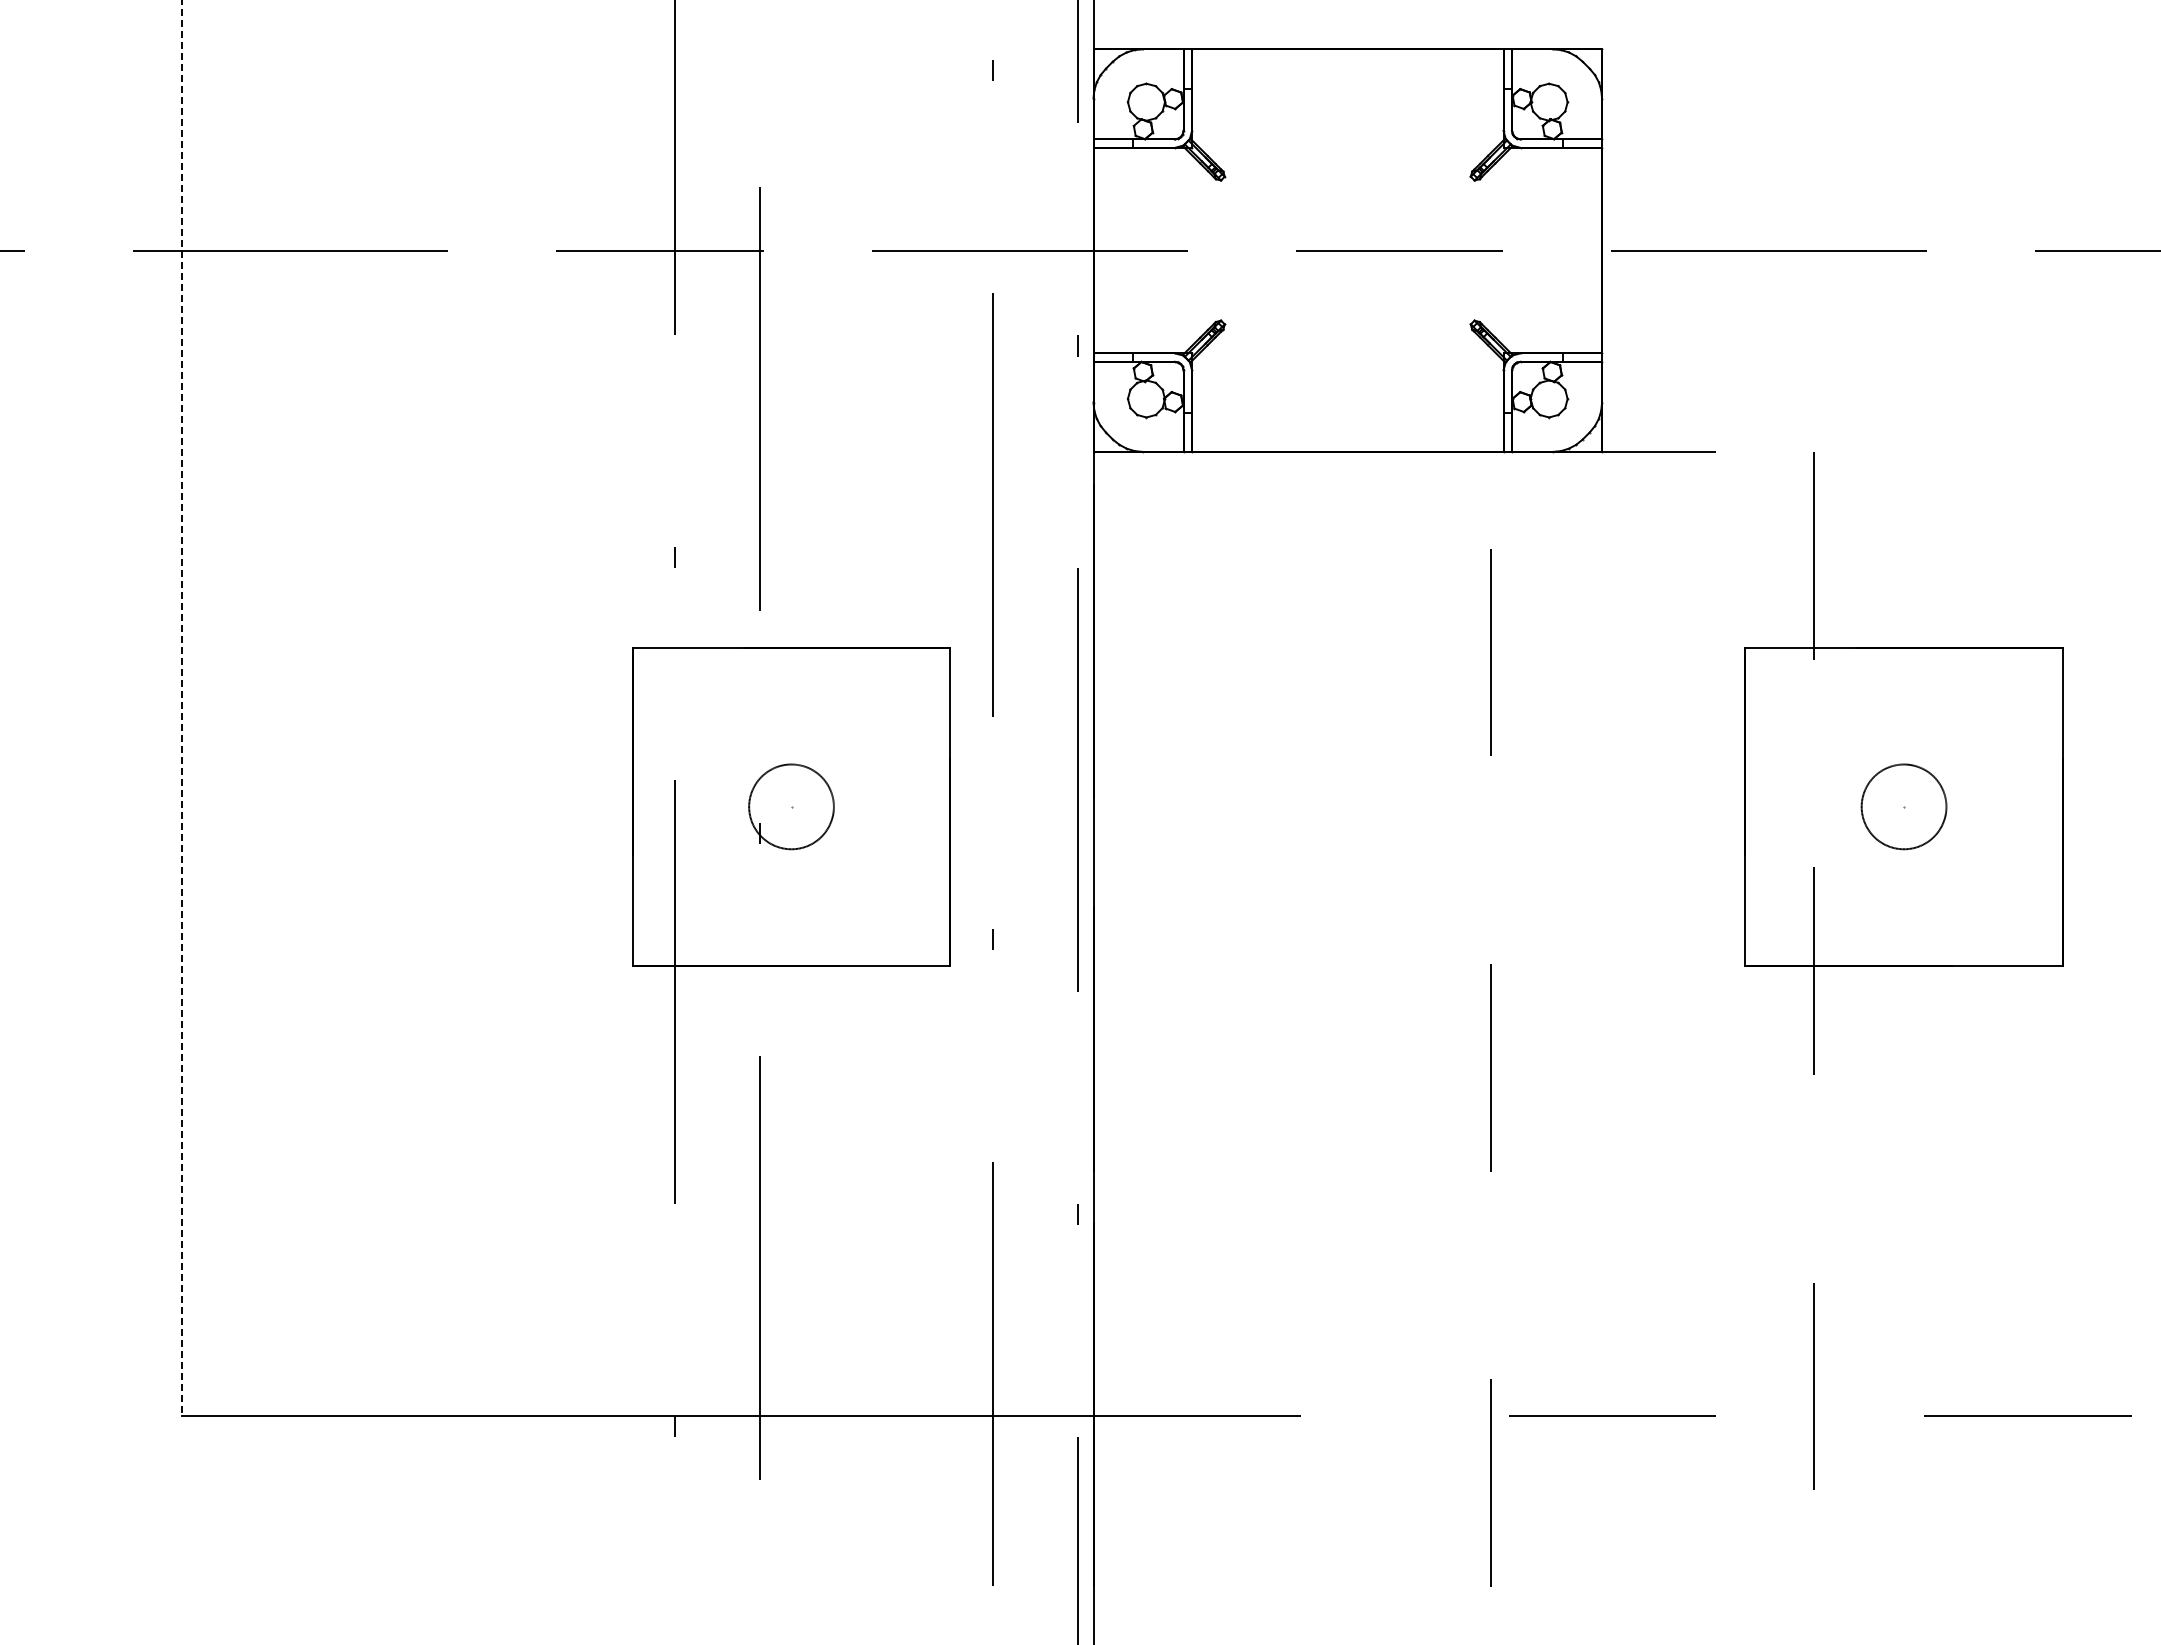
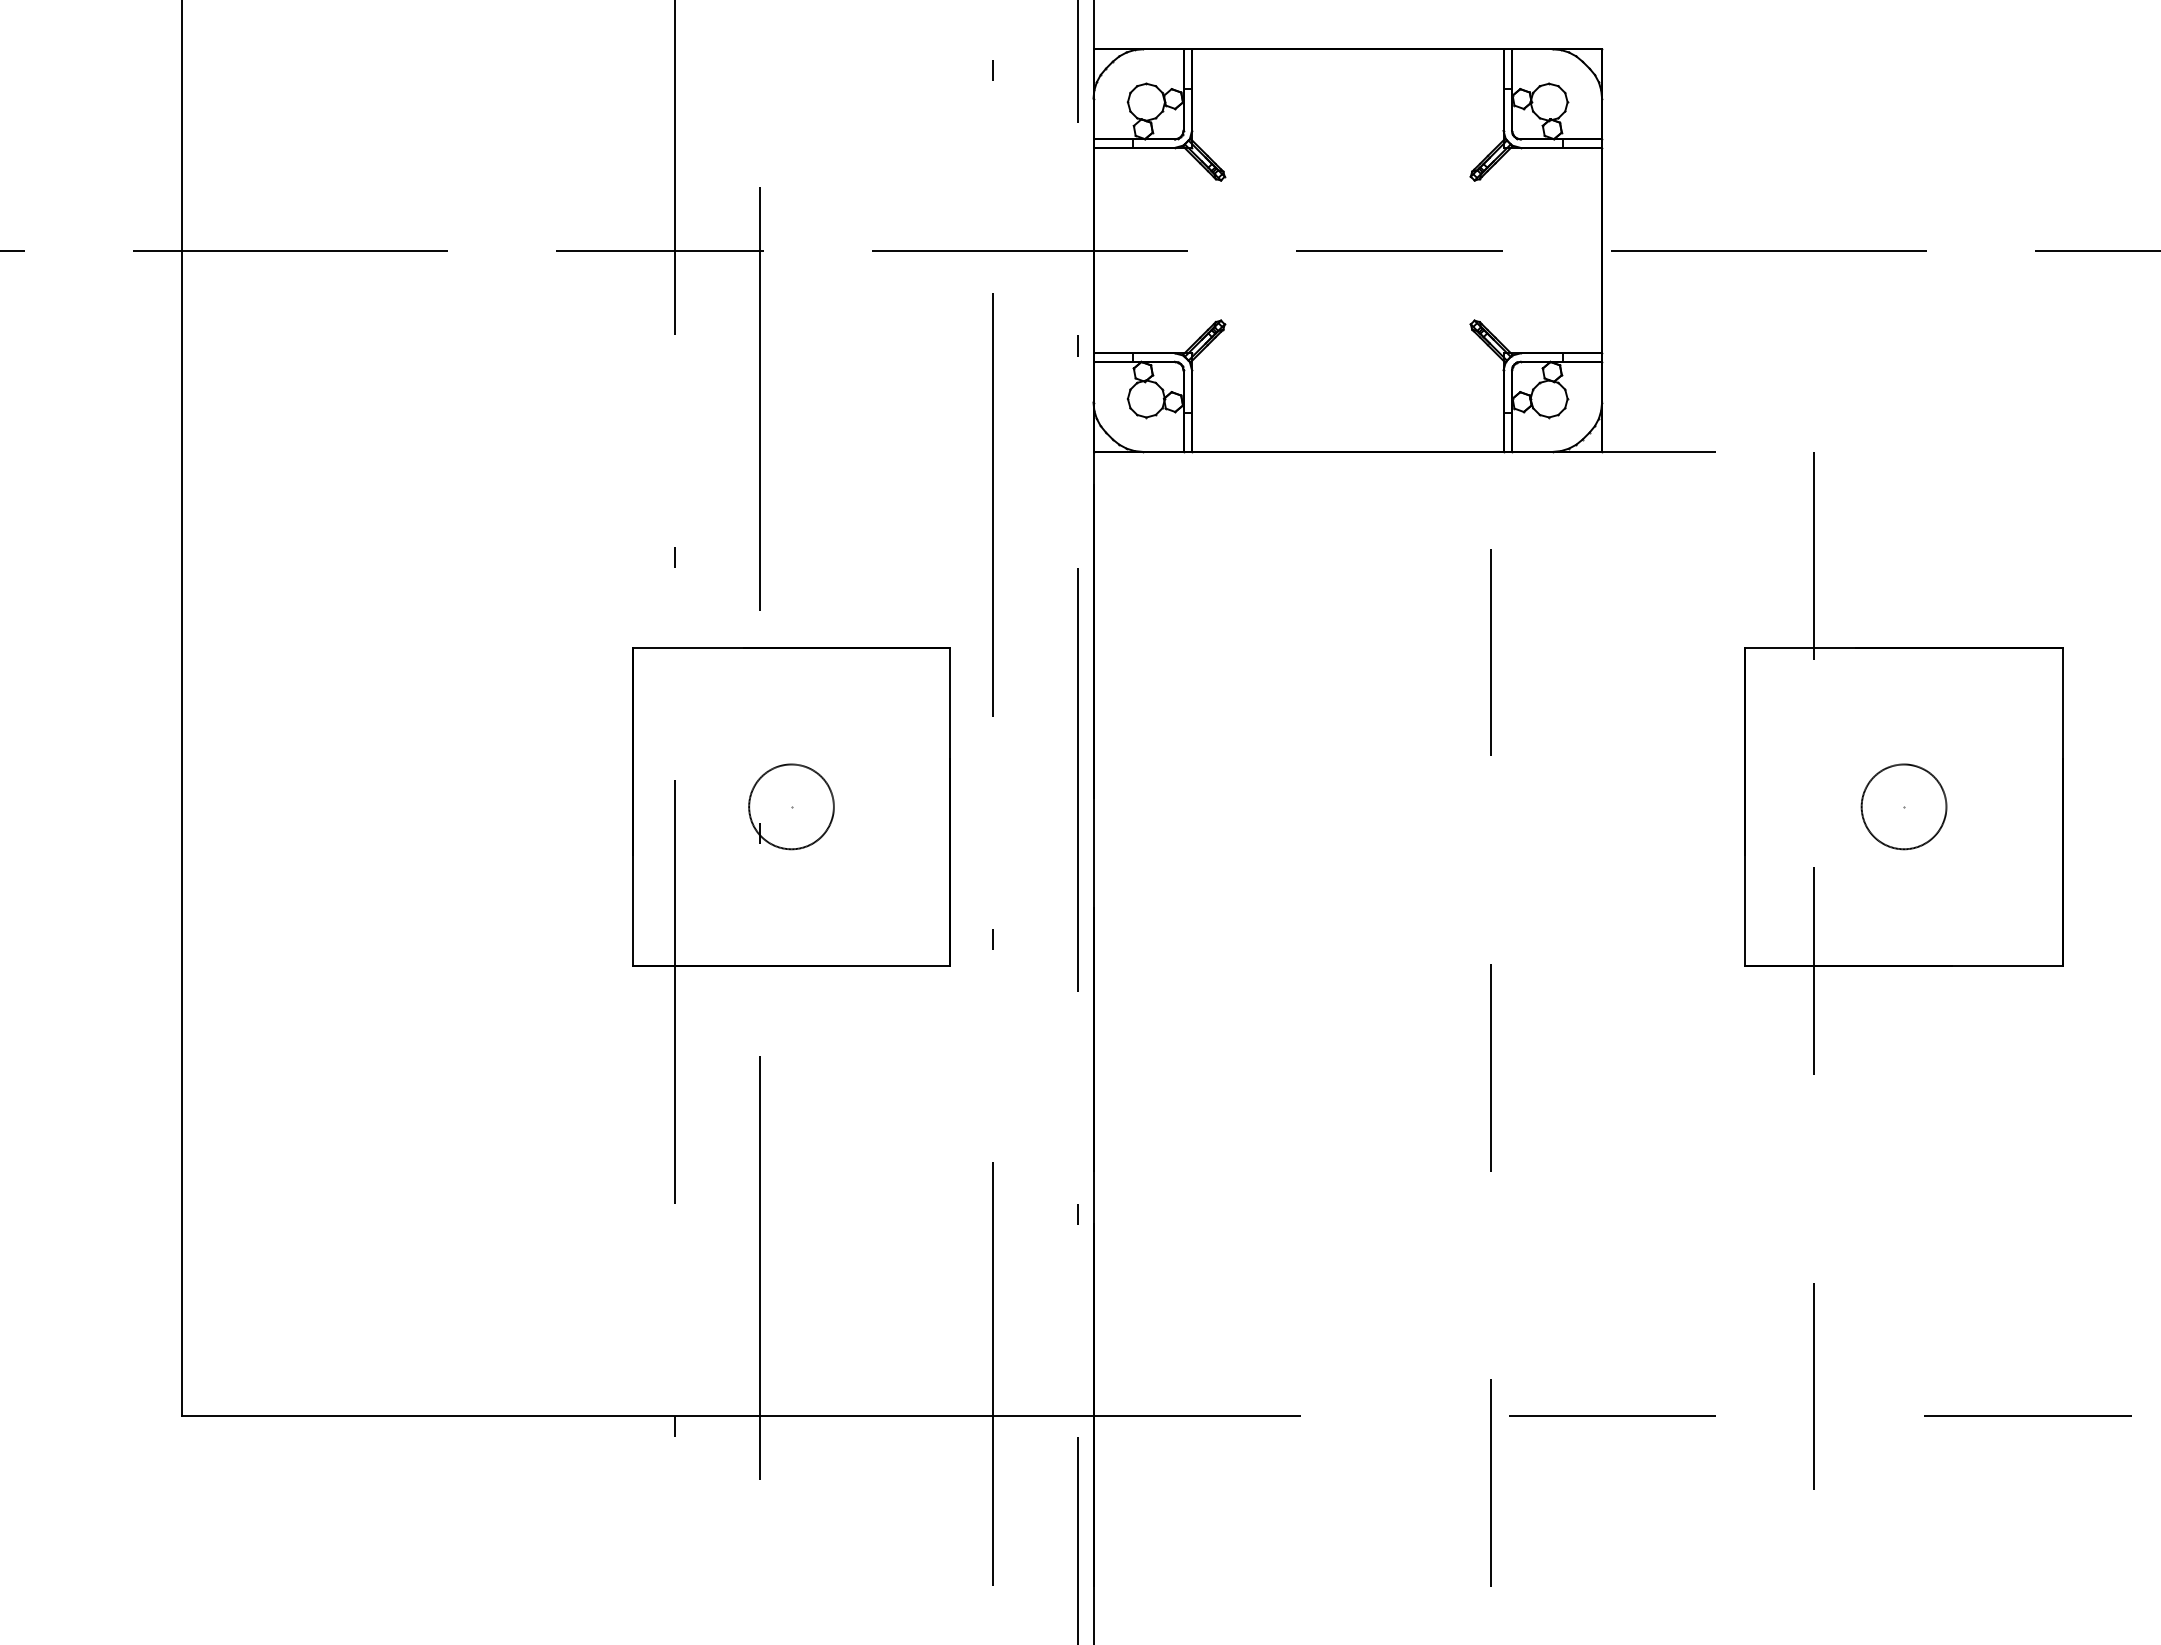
line at (182, 708): dashed -> solid
